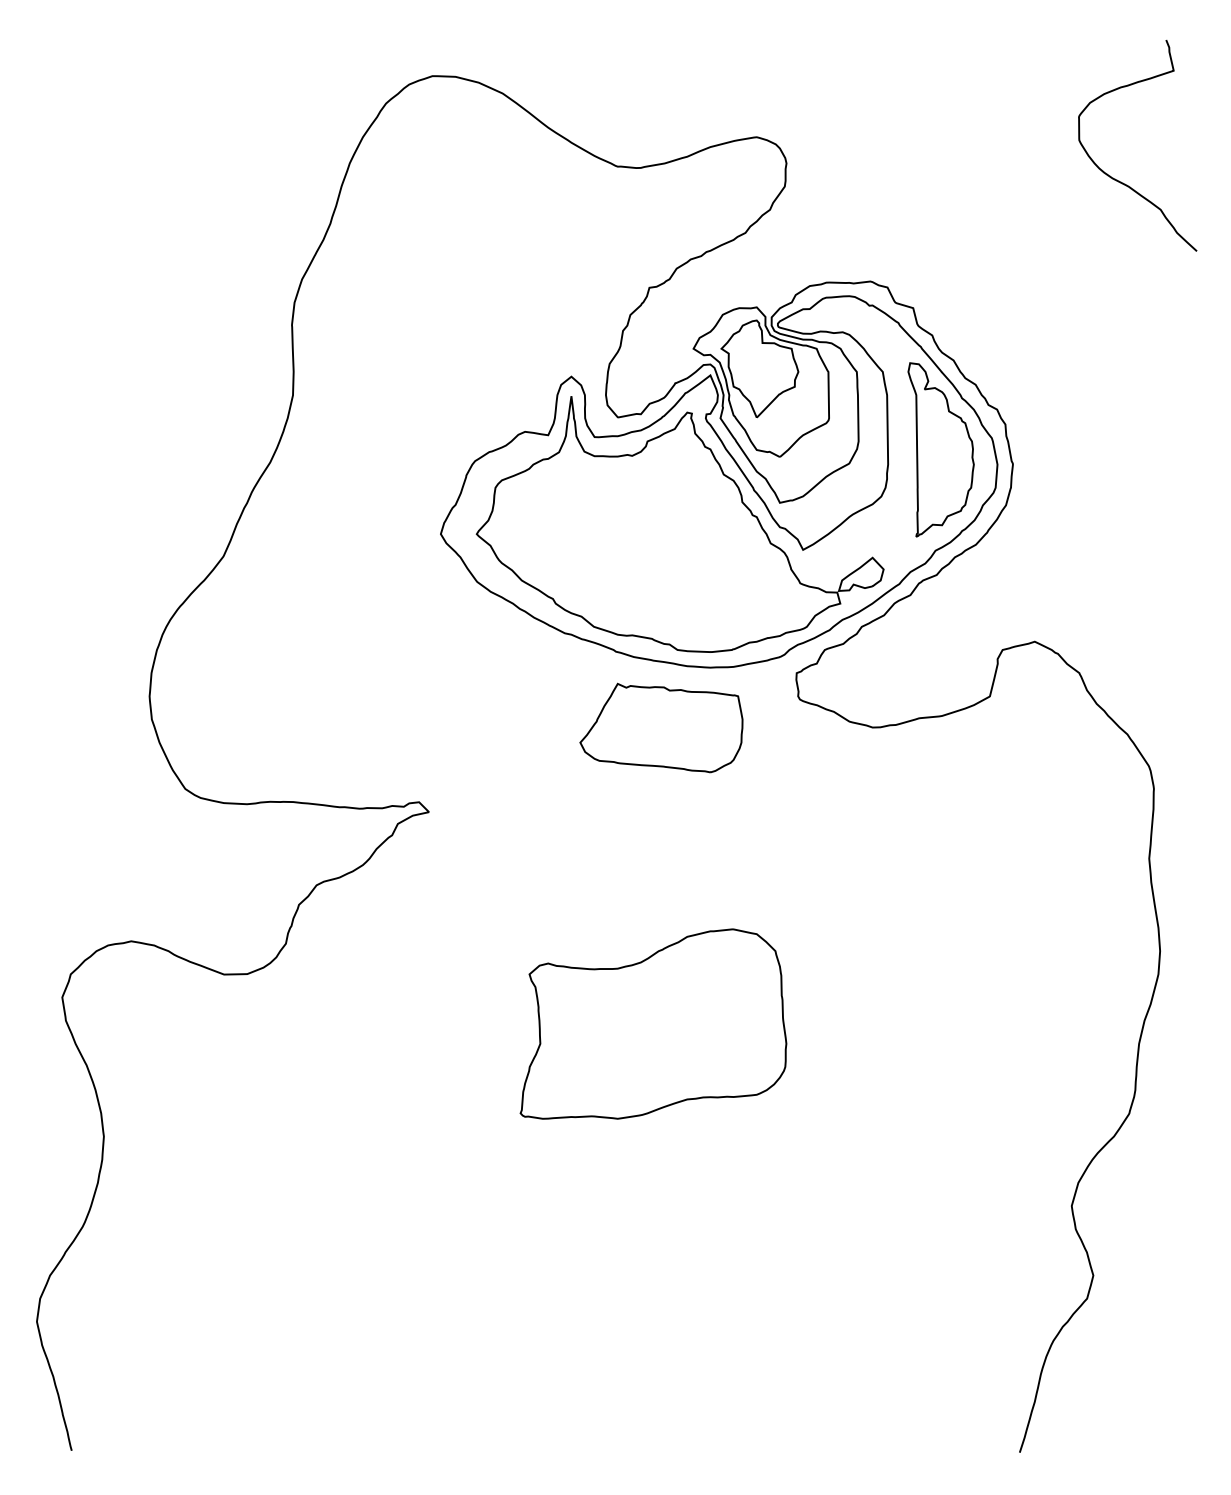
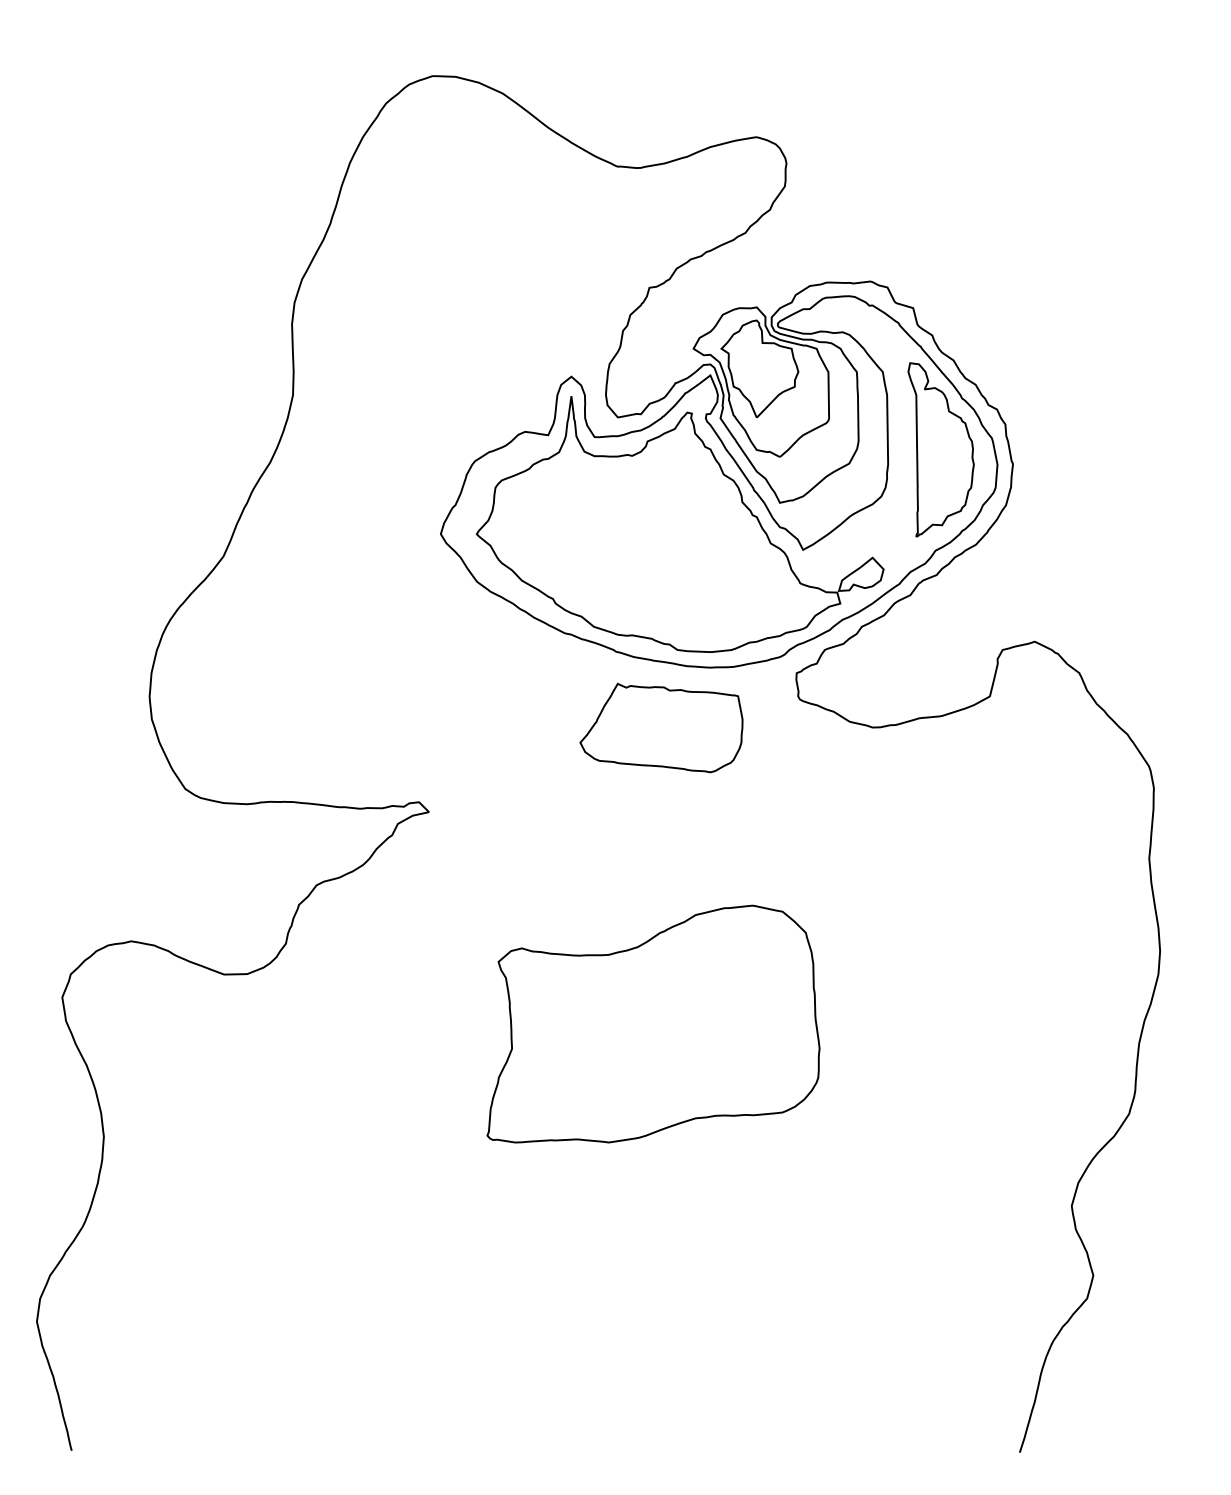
curve at (1119, 180): present -> none
part at (653, 1023) size: 269x192 px -> 335x240 px
